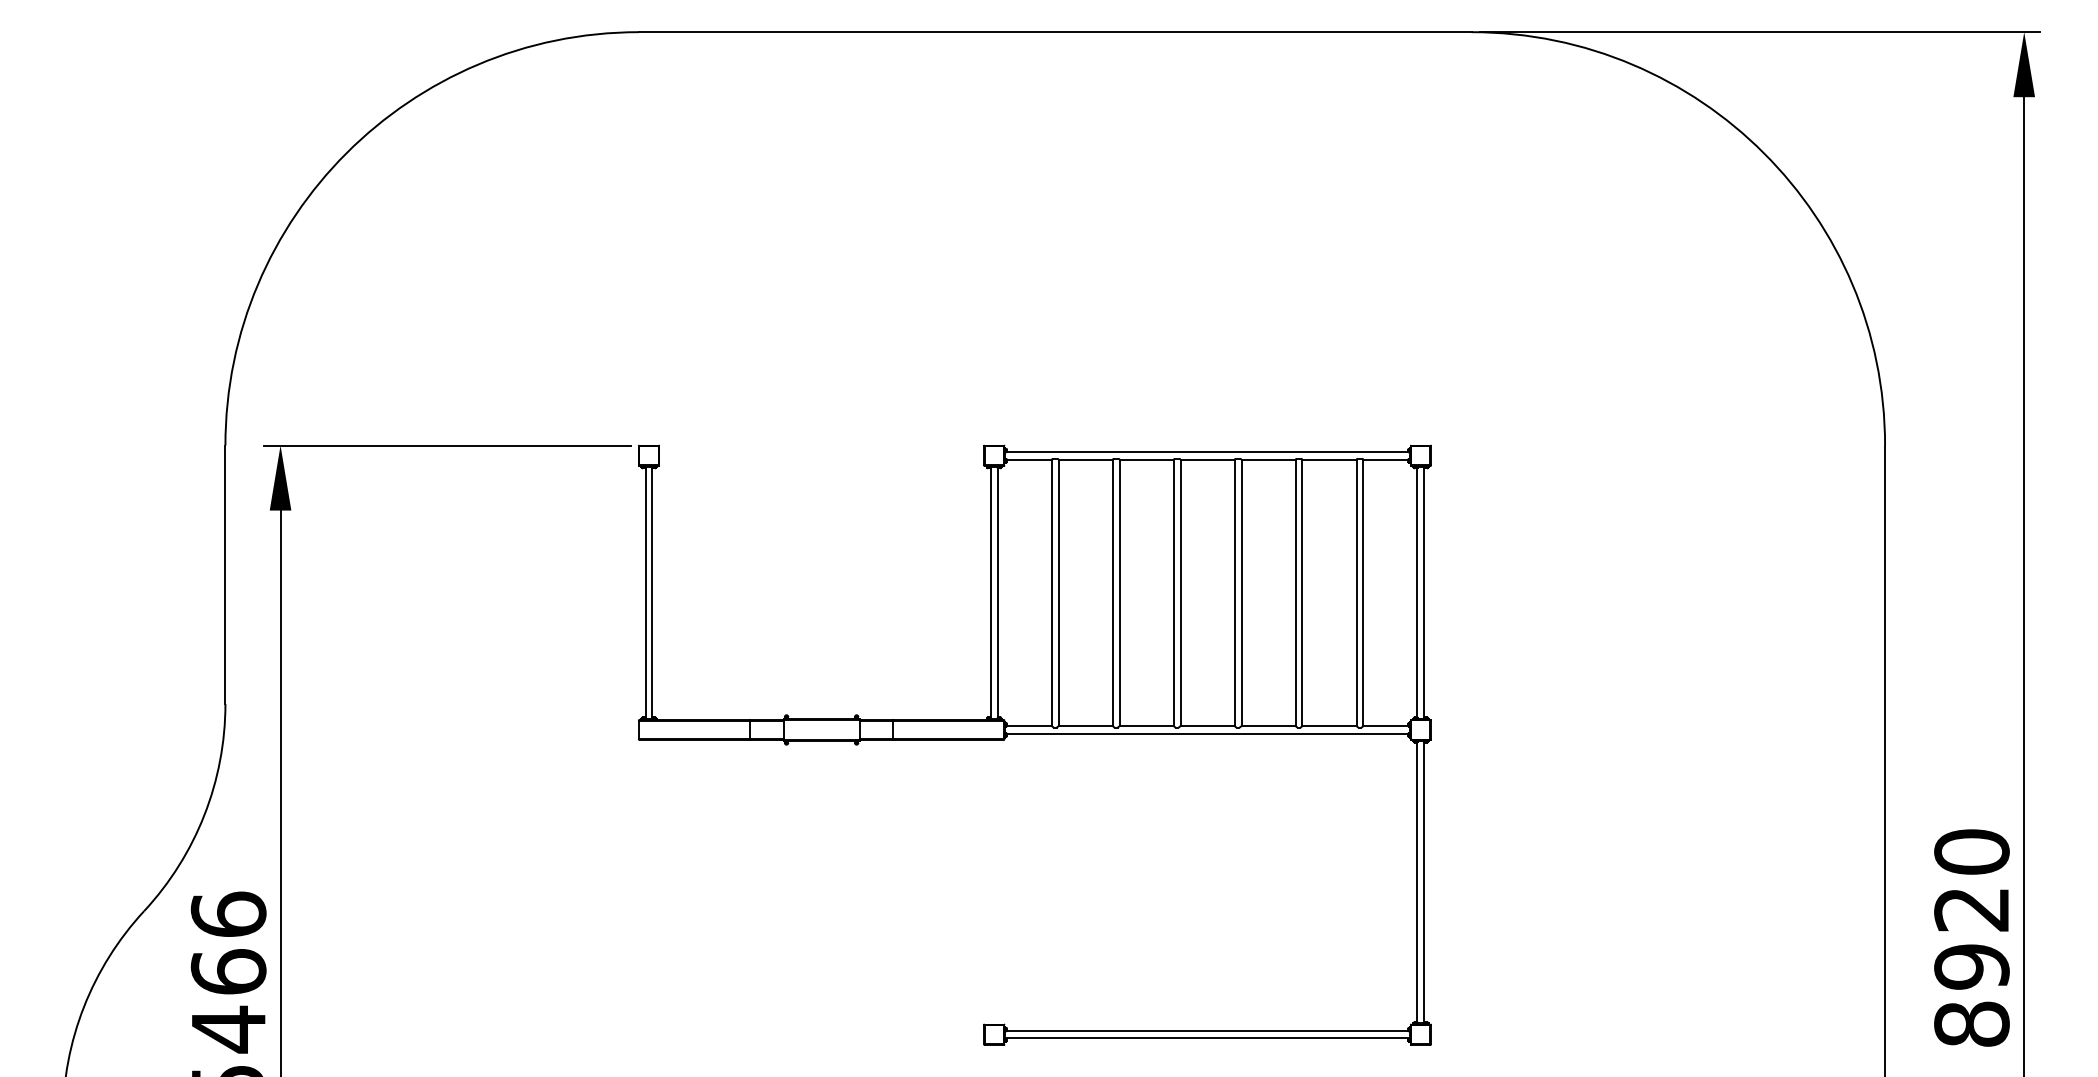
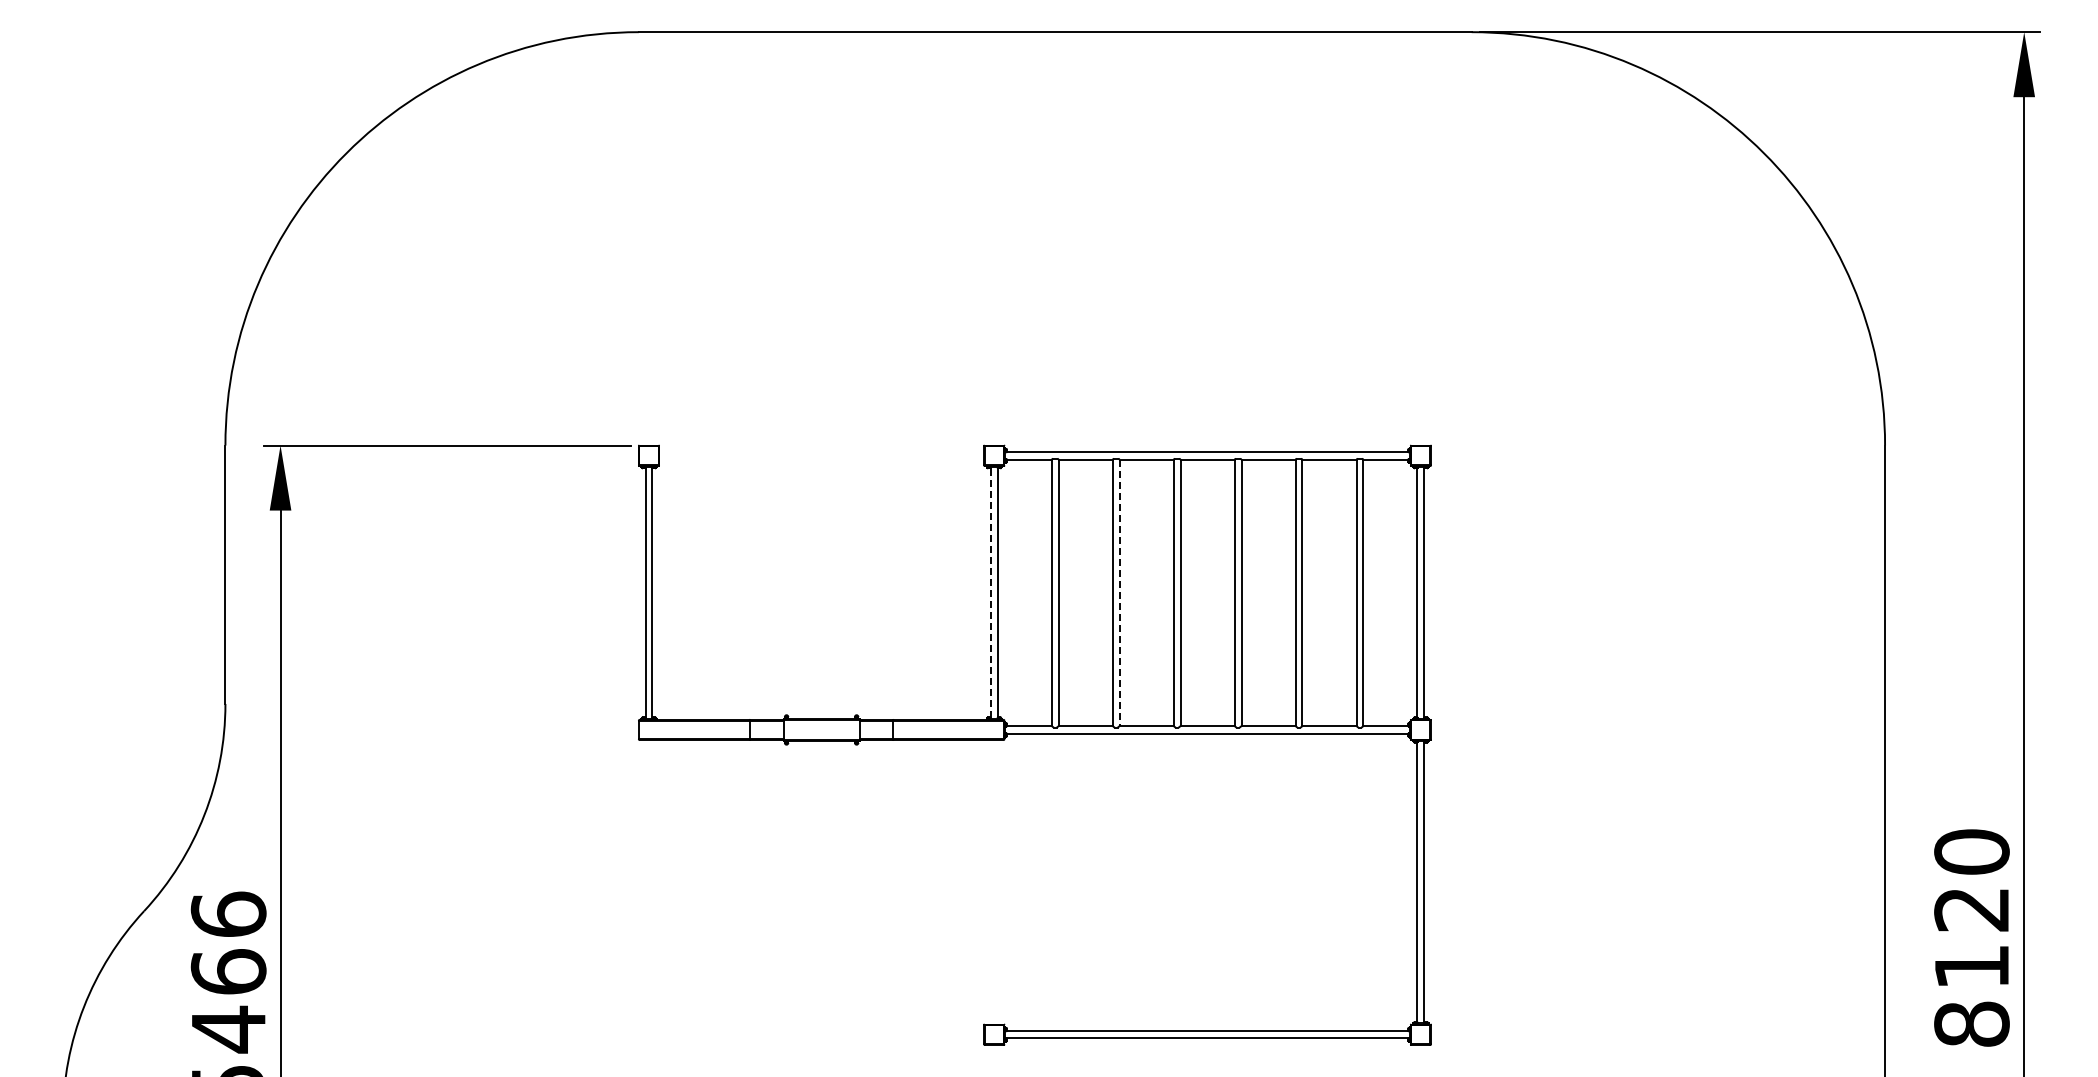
line at (990, 592): solid -> dashed
line at (1119, 593): solid -> dashed
text at (1971, 966): 8920 -> 8120
